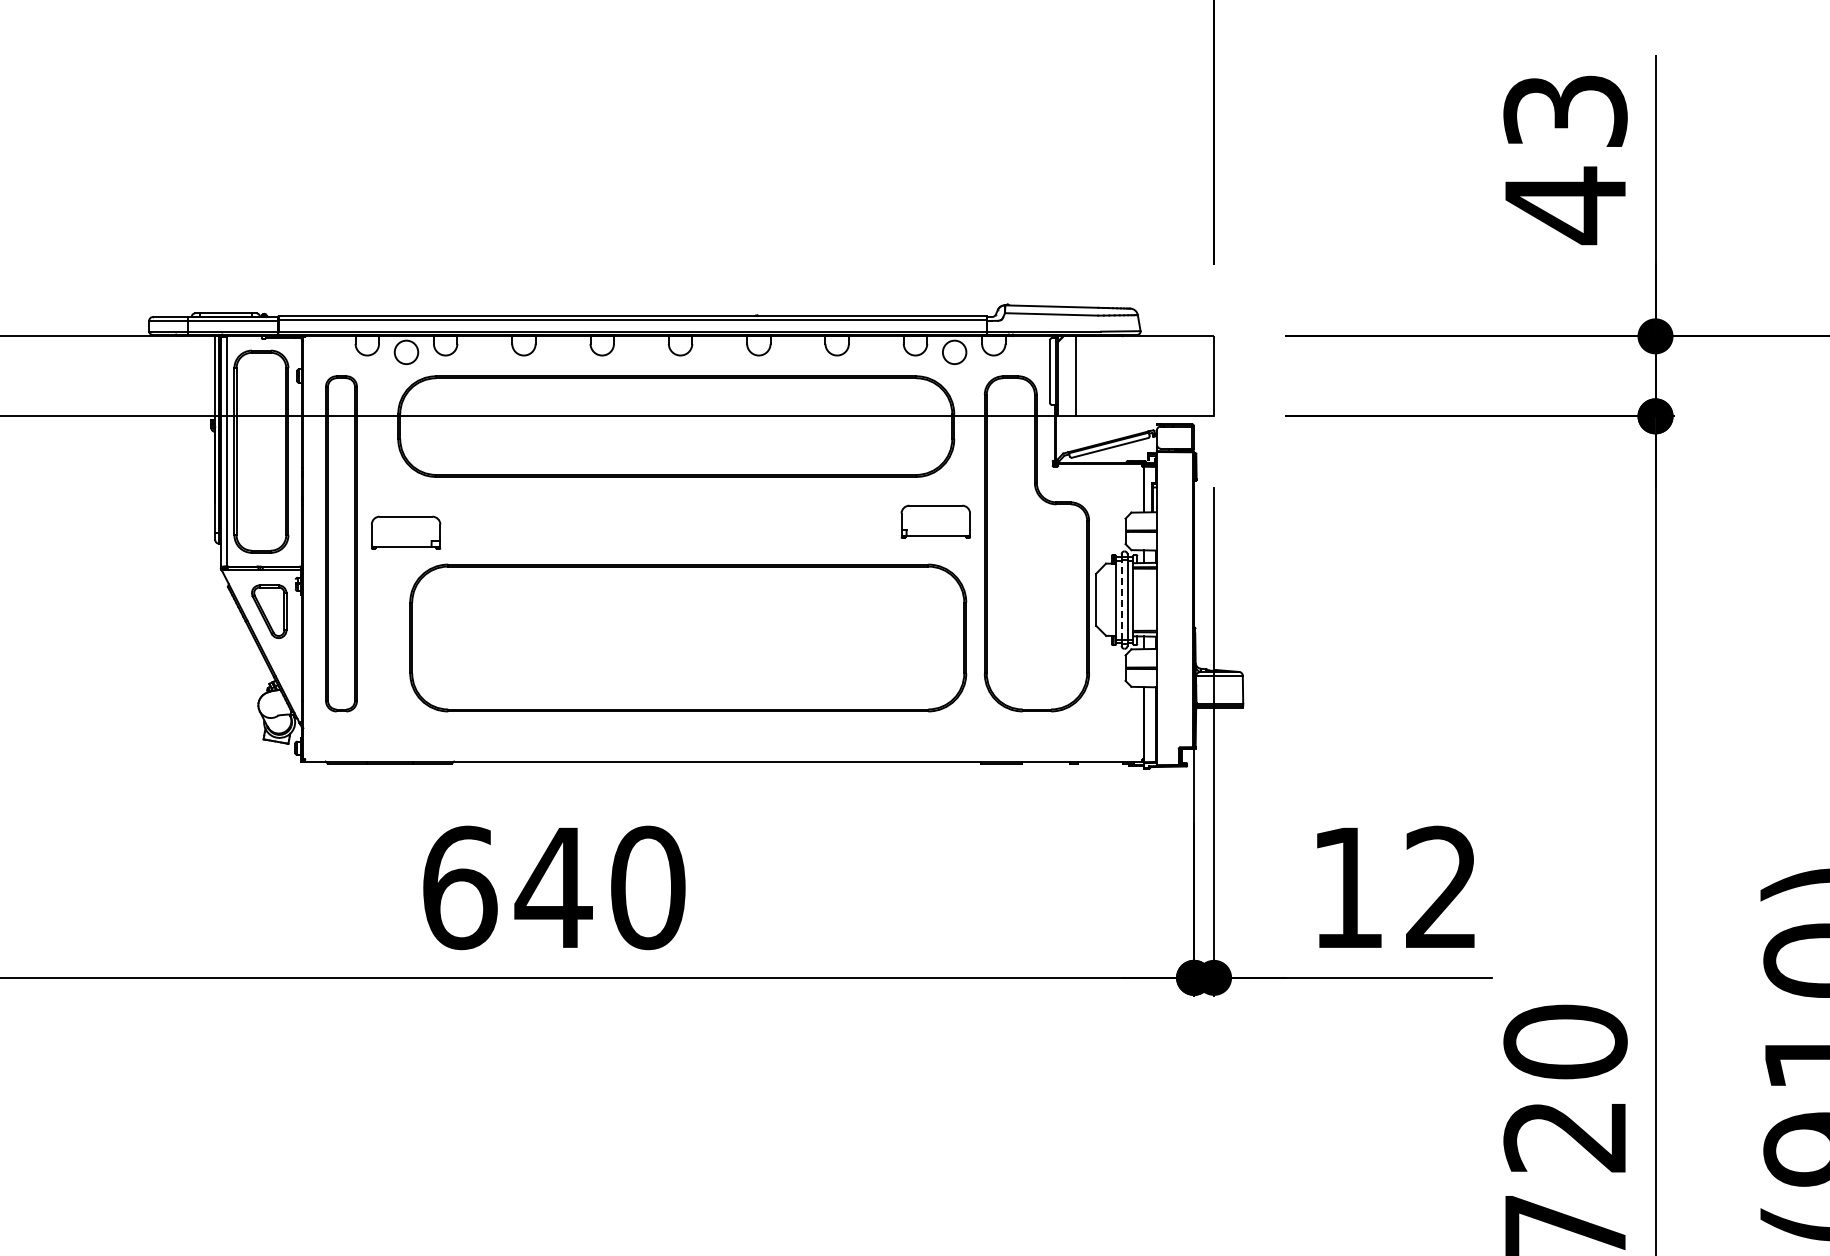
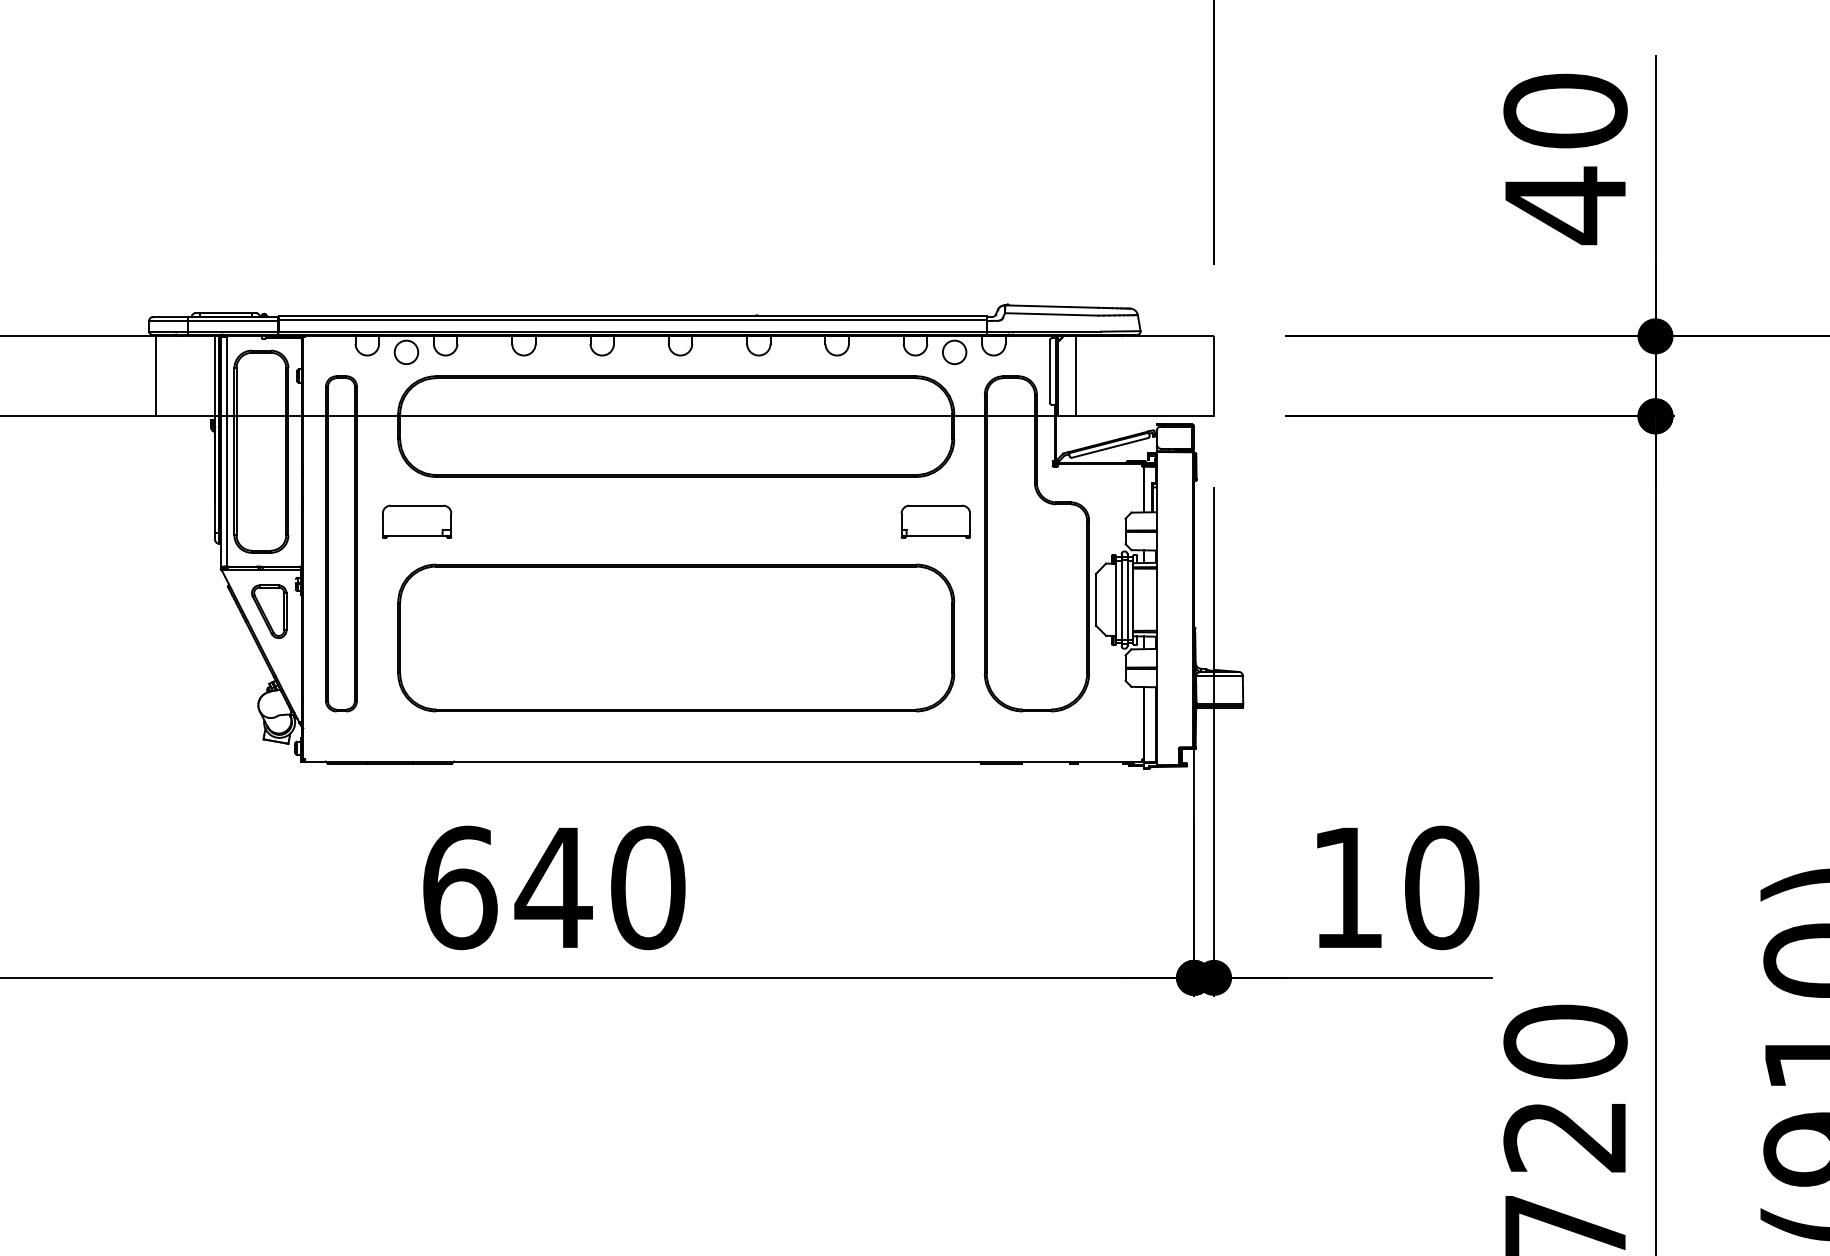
text at (1565, 110): 43 -> 40
line at (156, 376): none -> present
part at (406, 532) position: (406, 532) -> (417, 521)
line at (1121, 599): dashed -> solid
part at (688, 637) position: (688, 637) -> (676, 637)
text at (1442, 887): 12 -> 10
